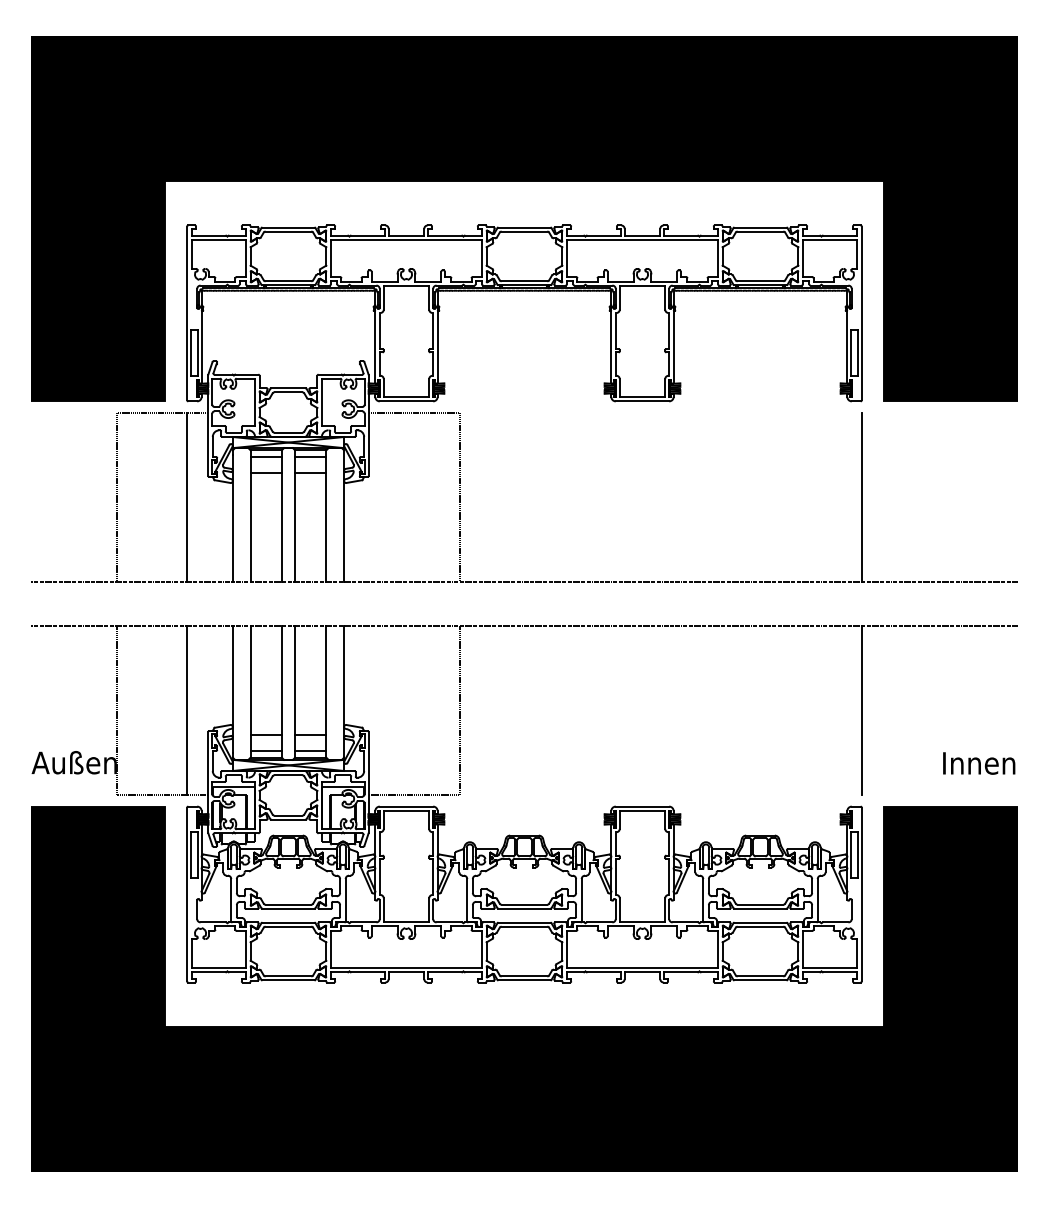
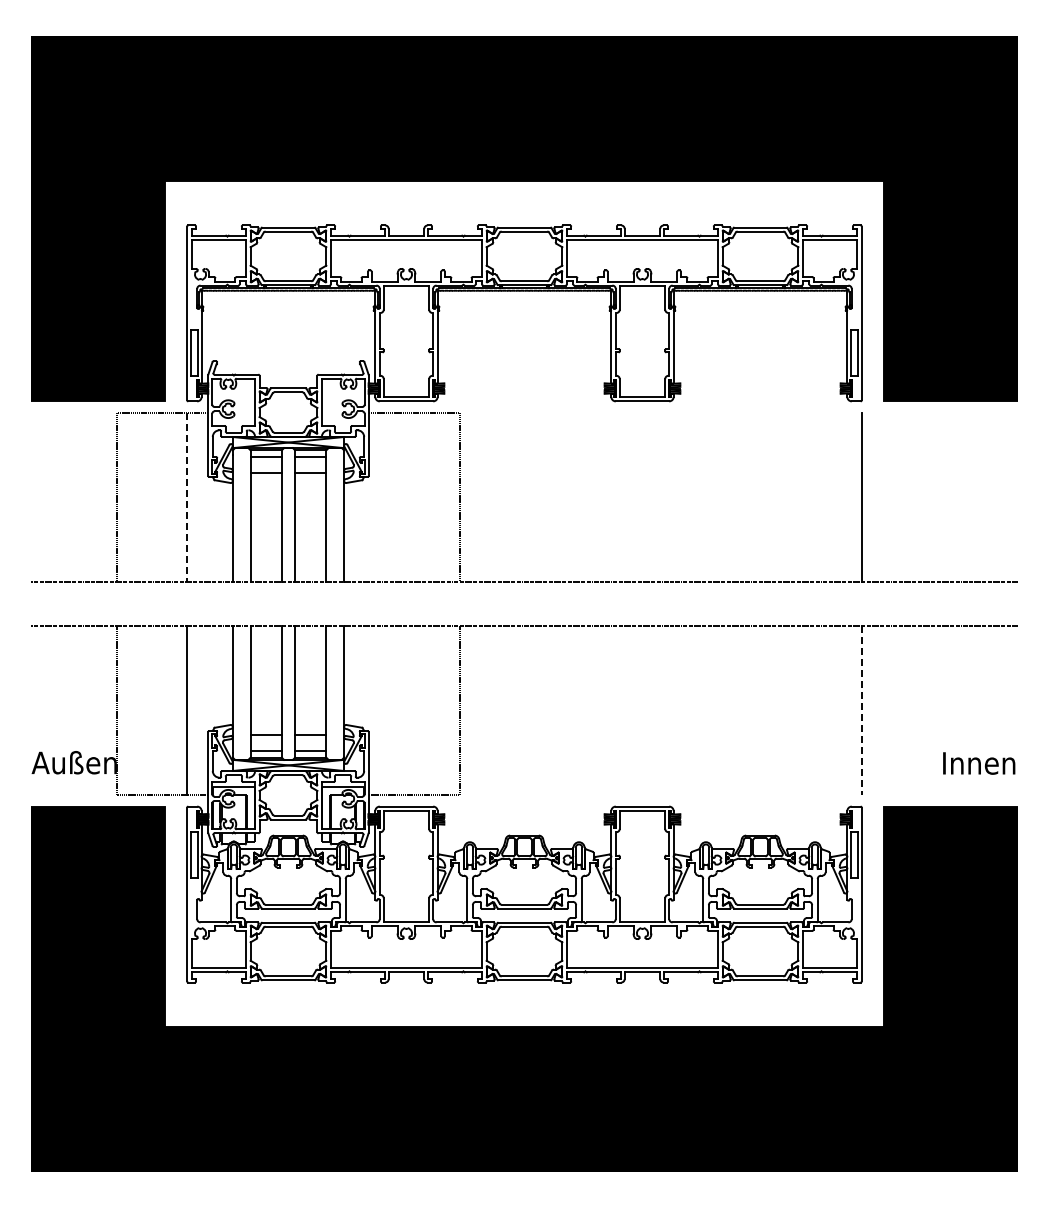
line at (187, 497): solid -> dashed
line at (861, 710): solid -> dashed
